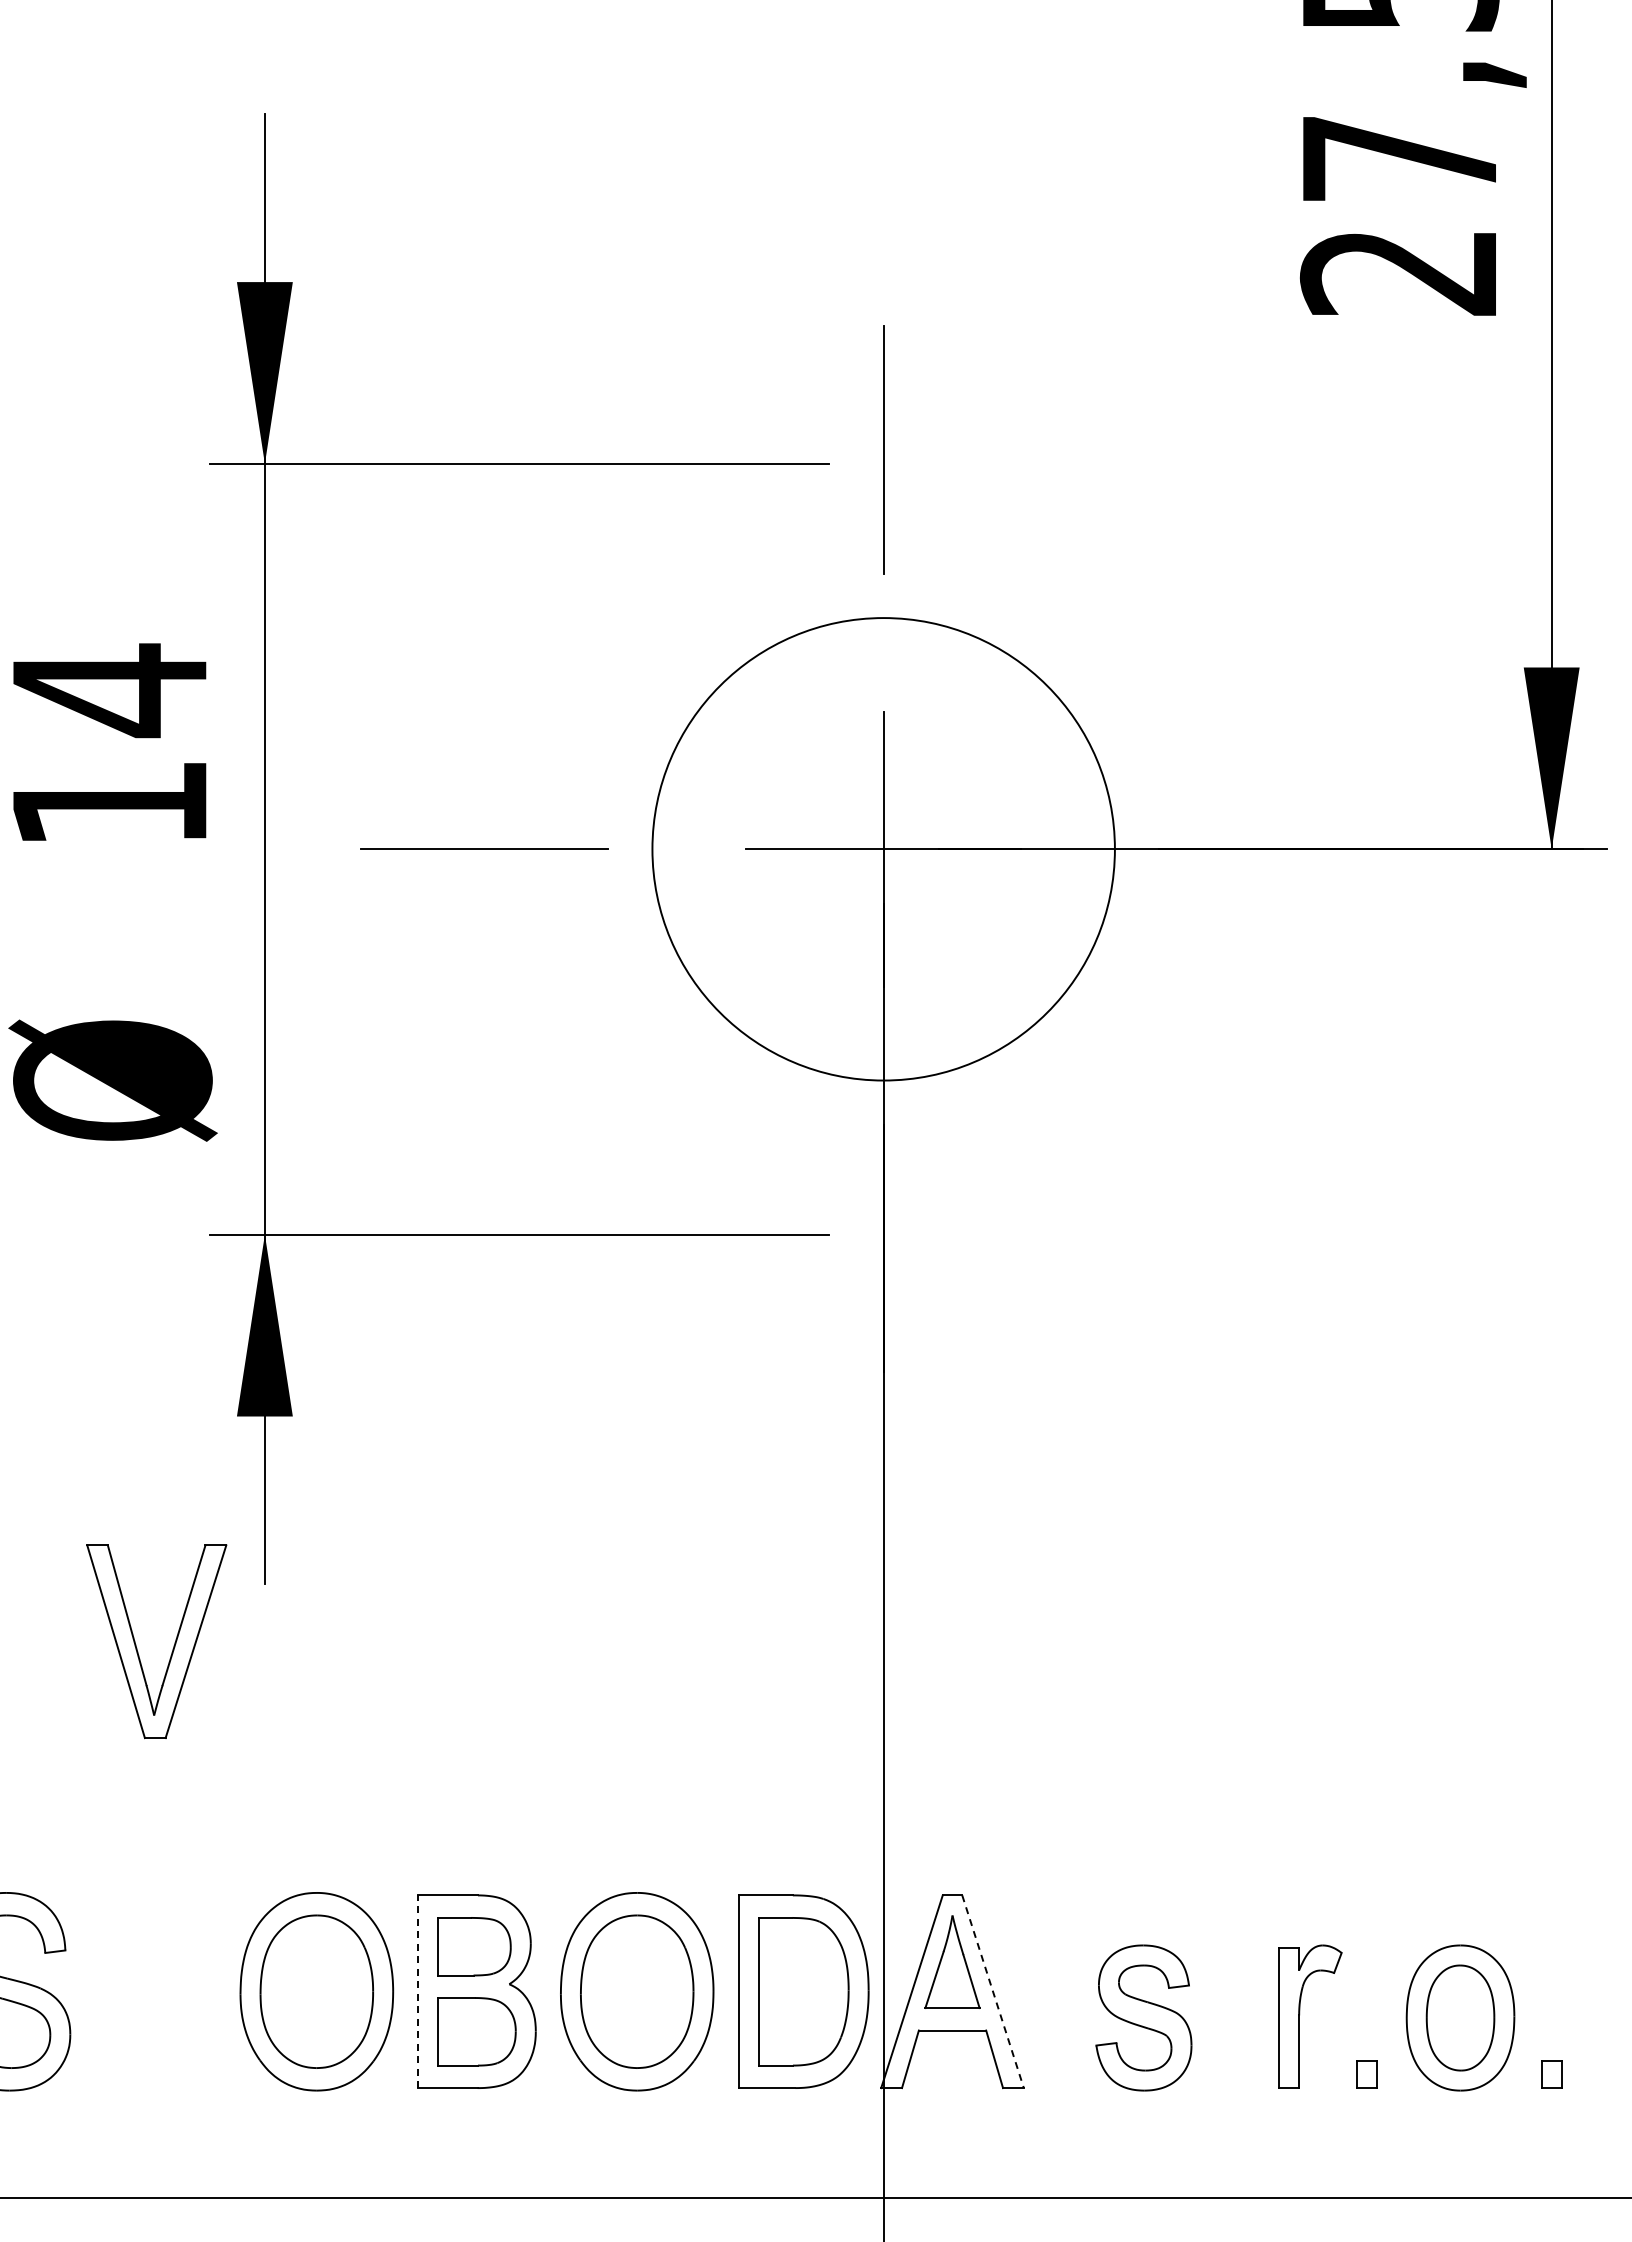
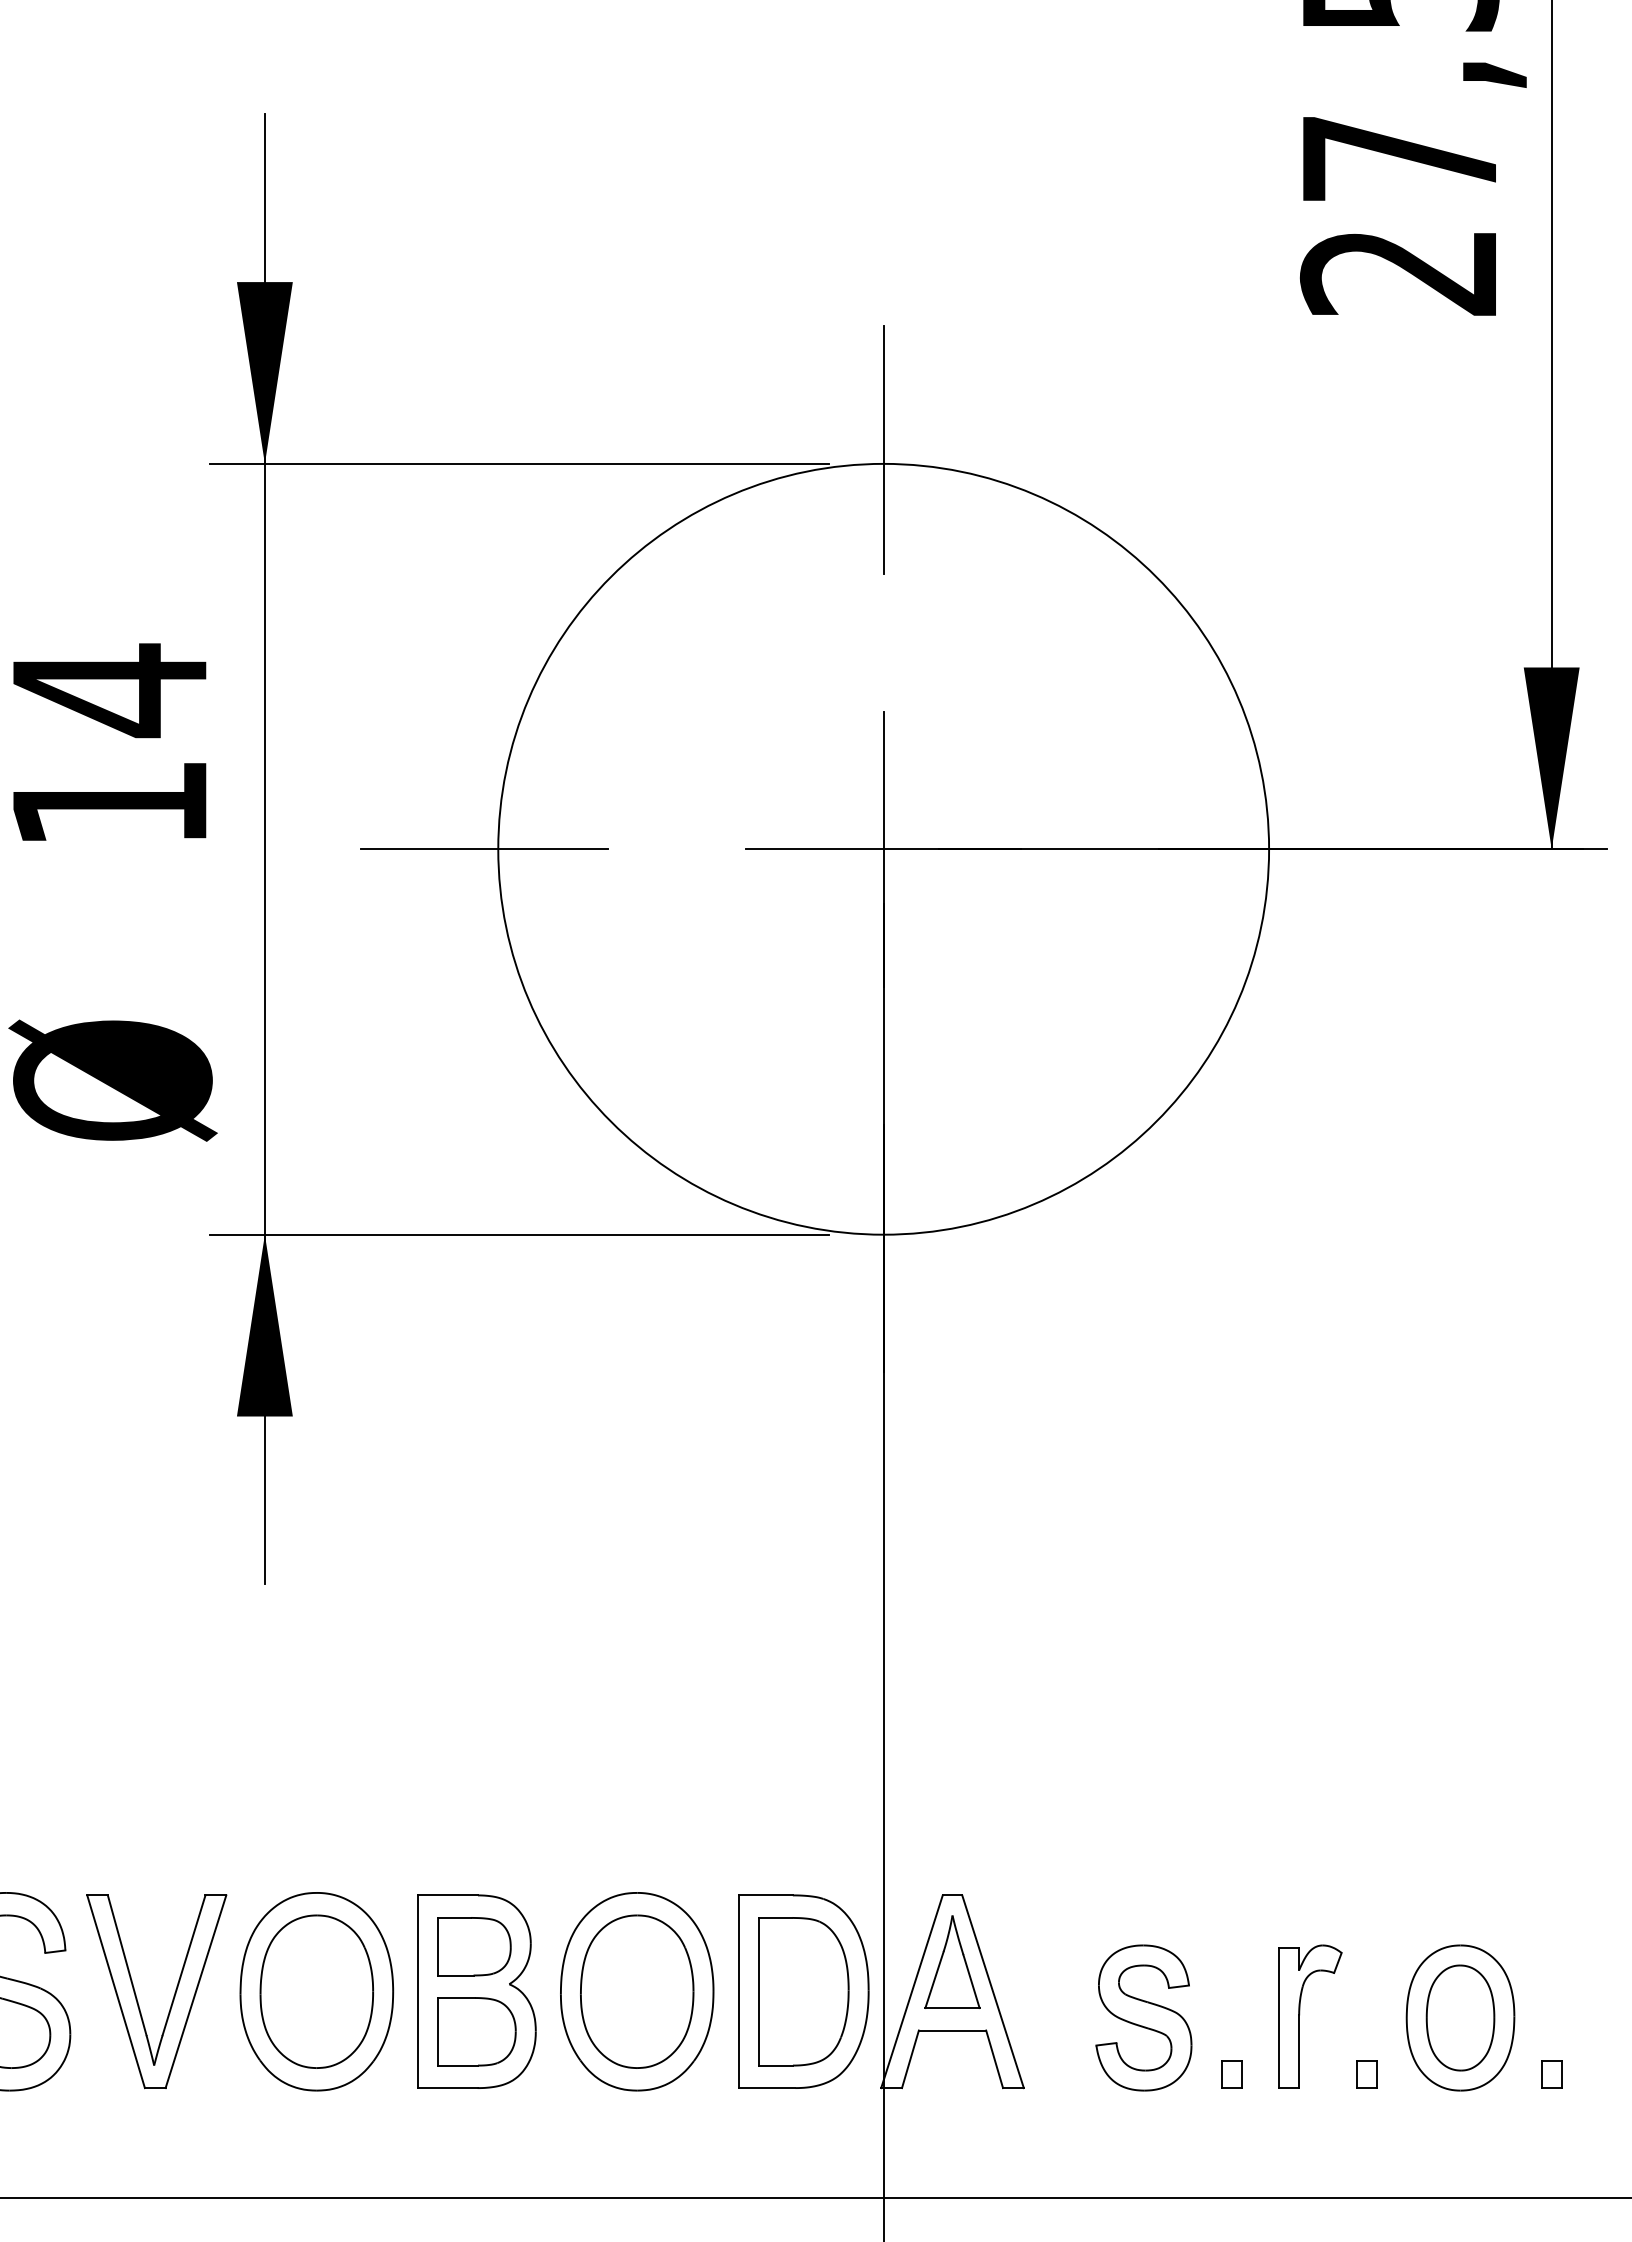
circle at (883, 849) diameter: 462 px -> 771 px
part at (173, 1645) position: (173, 1645) -> (173, 1995)
line at (418, 1991): dashed -> solid
line at (993, 1992): dashed -> solid
part at (1231, 2074): none -> present
